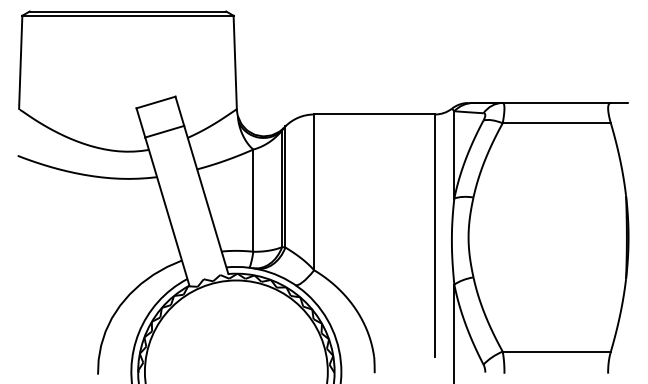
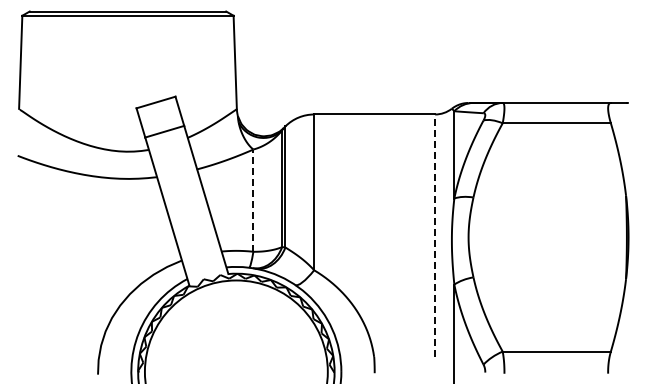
line at (253, 200): solid -> dashed
line at (435, 235): solid -> dashed
